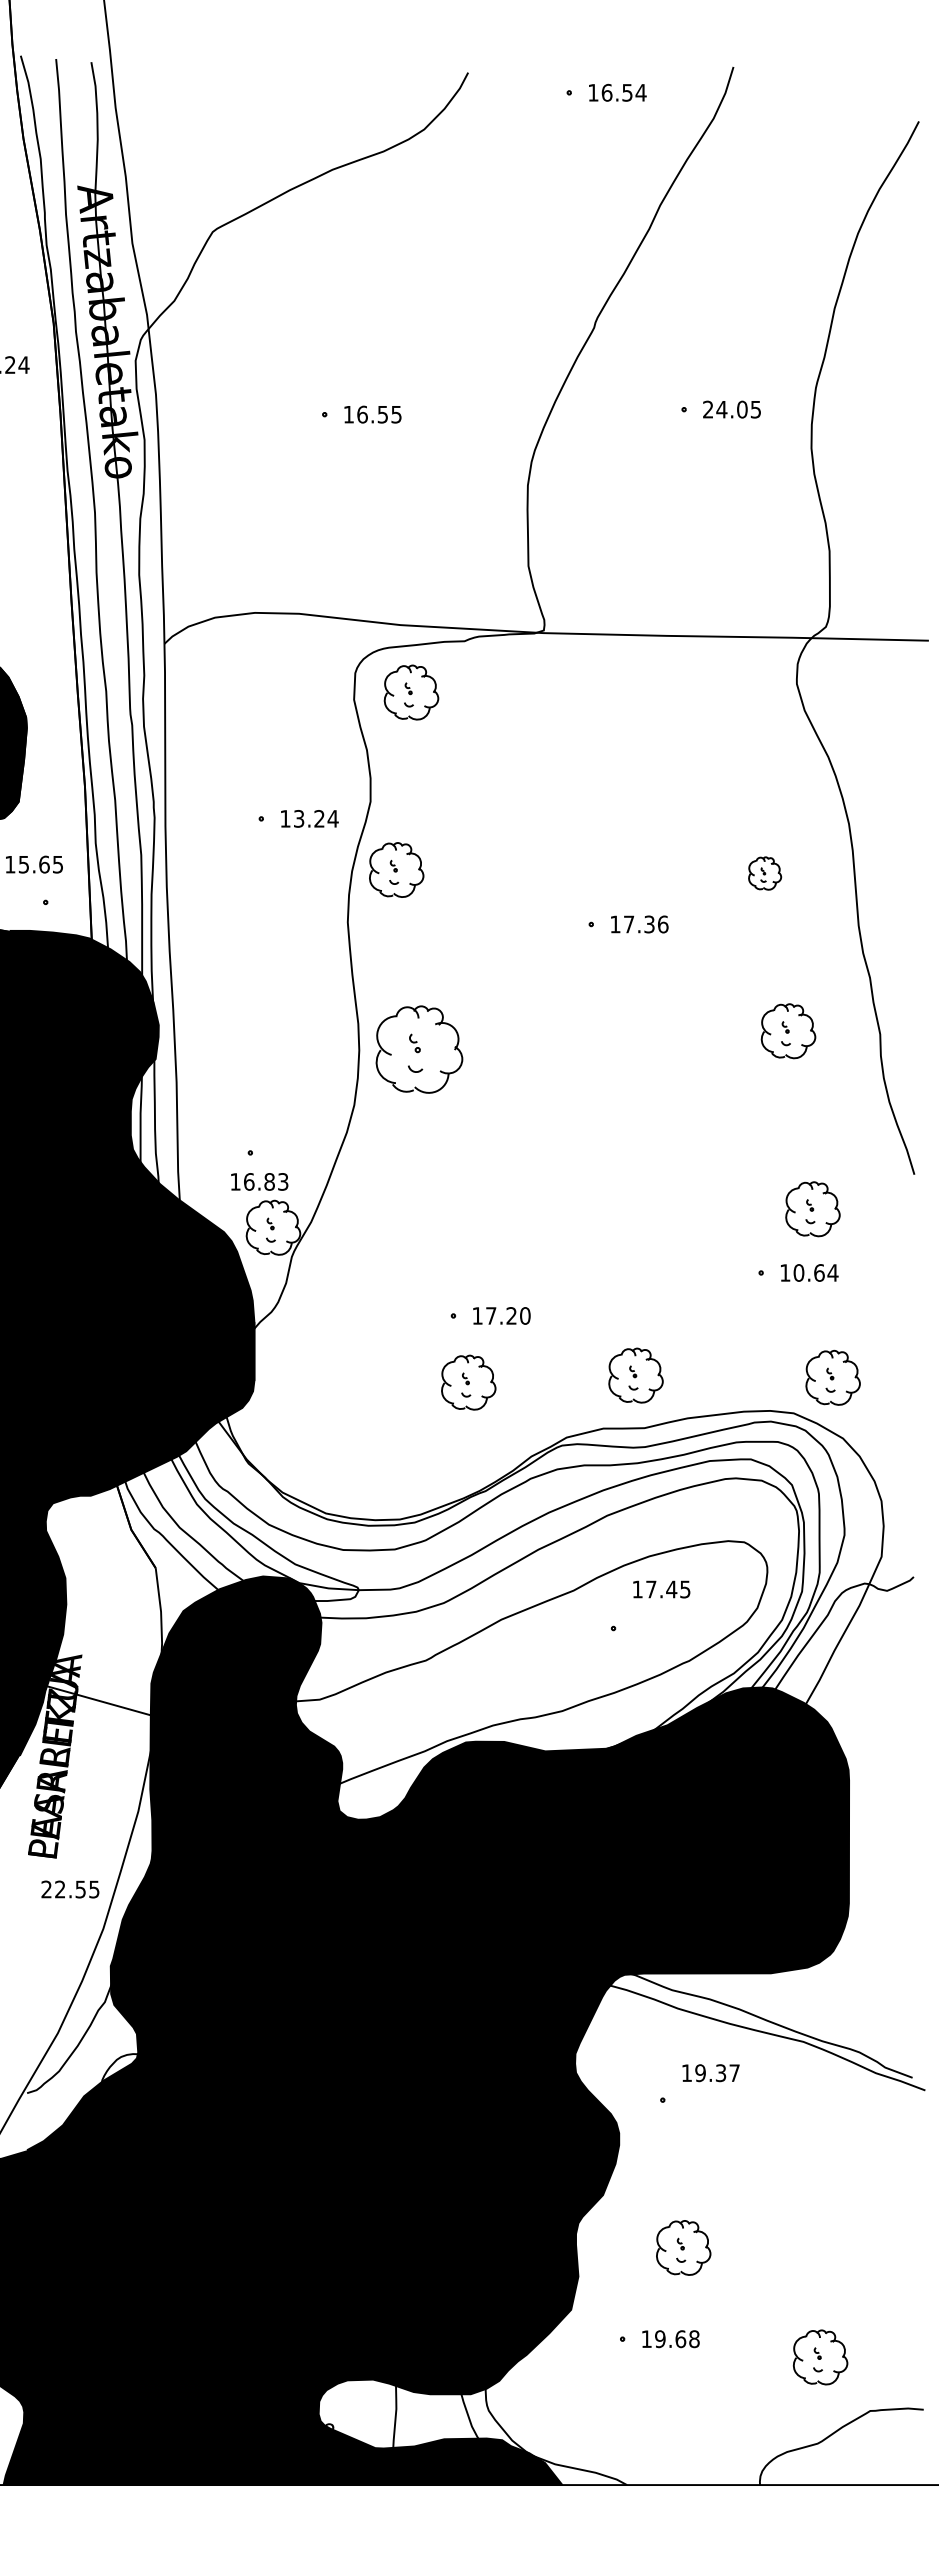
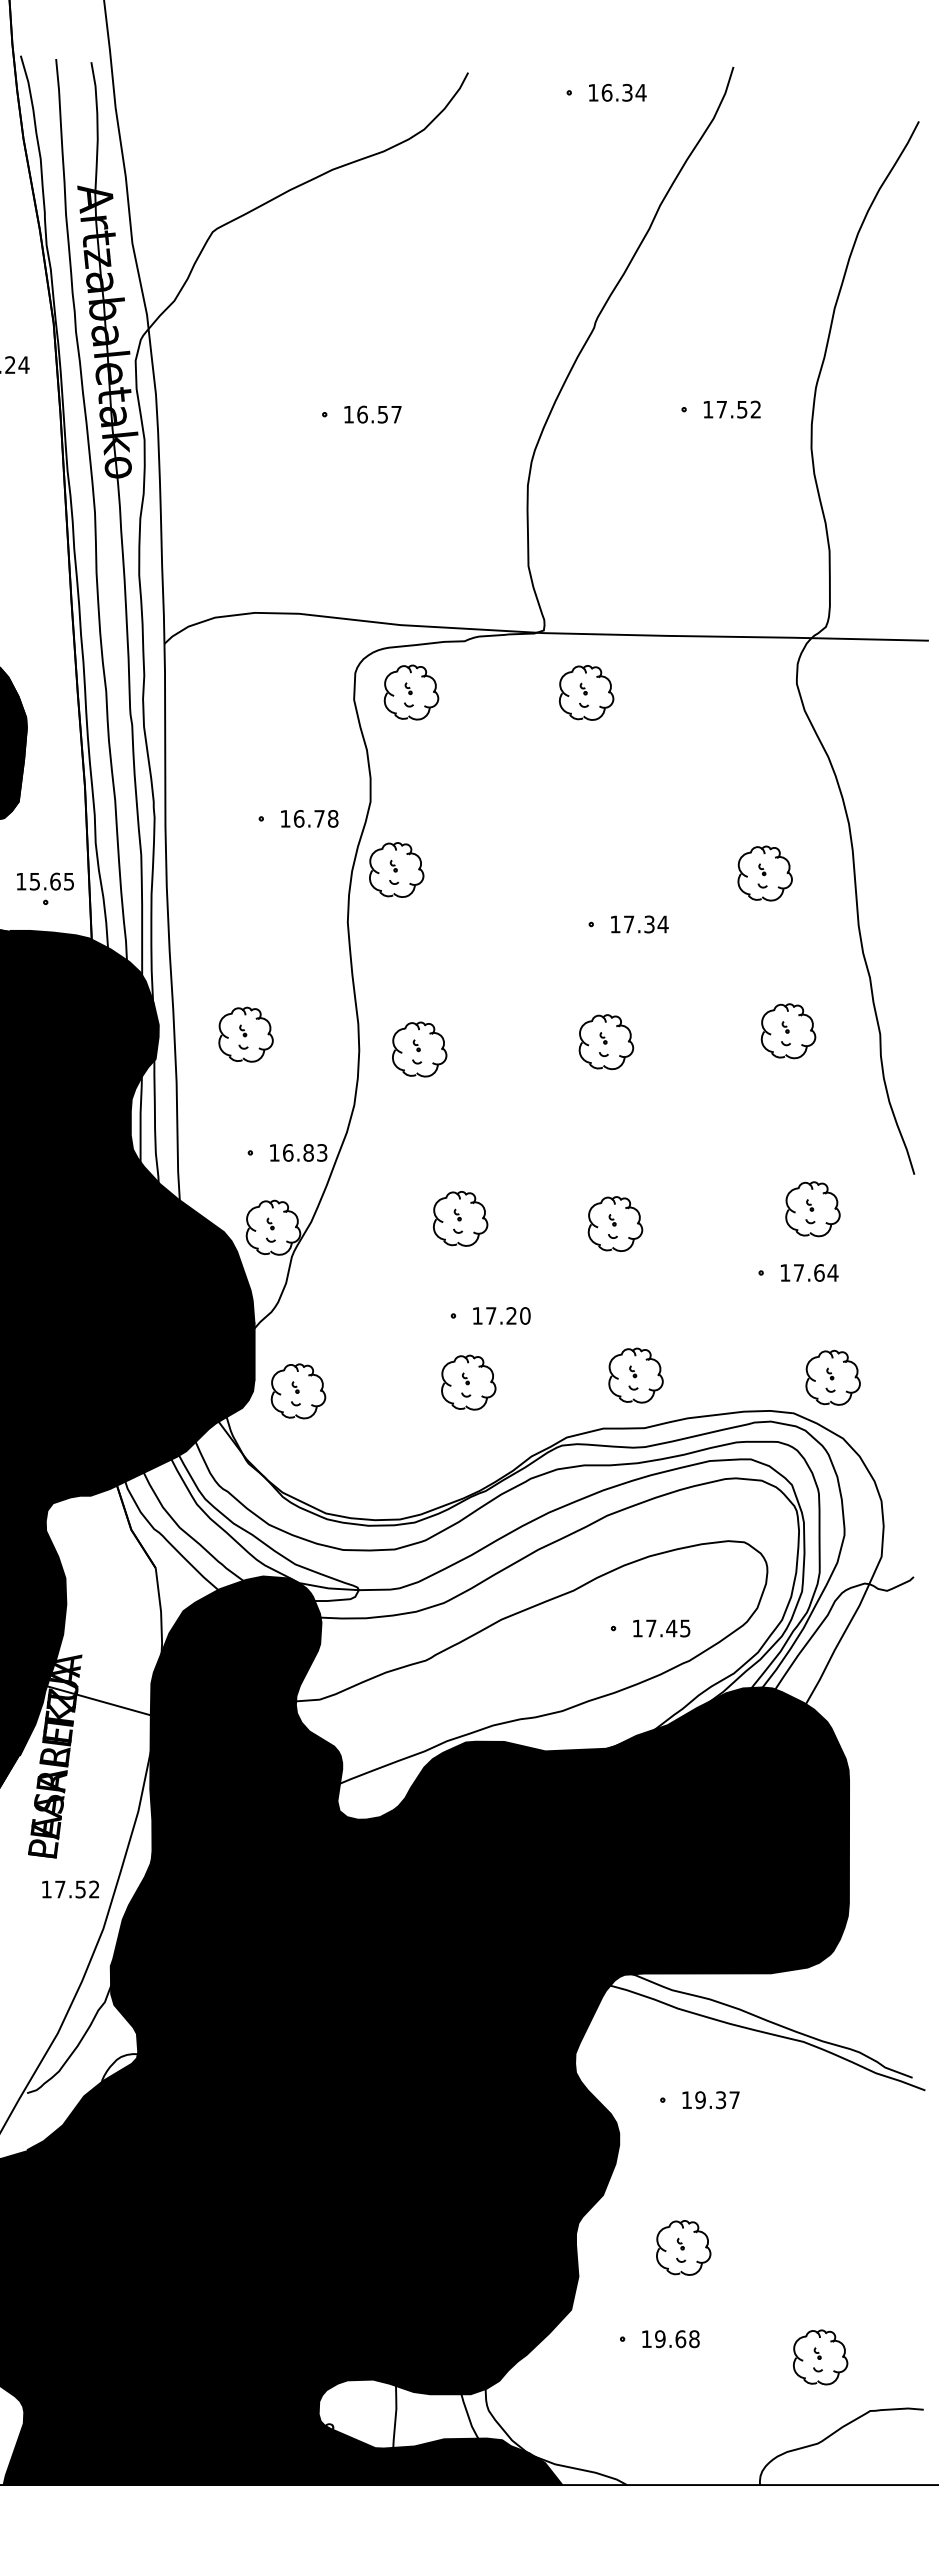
text at (627, 92): 16.54 -> 16.34
text at (731, 409): 24.05 -> 17.52
text at (396, 414): 16.55 -> 16.57
part at (586, 692): none -> present
text at (315, 818): 13.24 -> 16.78
text at (34, 864) position: (34, 864) -> (45, 881)
part at (765, 873) size: 35x35 px -> 56x57 px
text at (662, 924): 17.36 -> 17.34
part at (245, 1034): none -> present
part at (606, 1042): none -> present
part at (419, 1049) size: 89x89 px -> 56x57 px
text at (259, 1181) position: (259, 1181) -> (298, 1152)
part at (460, 1218): none -> present
part at (615, 1223): none -> present
text at (798, 1272): 10.64 -> 17.64
part at (298, 1391): none -> present
text at (661, 1589) position: (661, 1589) -> (661, 1628)
text at (70, 1889): 22.55 -> 17.52
text at (710, 2073) position: (710, 2073) -> (710, 2100)
